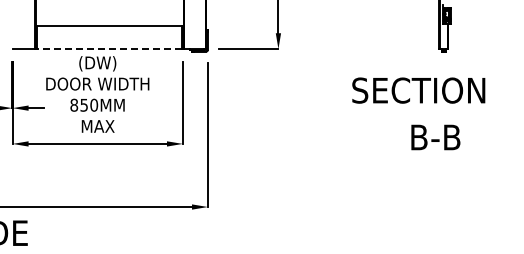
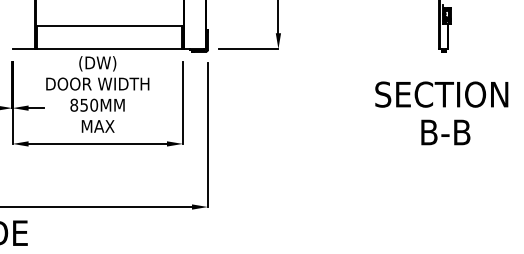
line at (109, 49): dashed -> solid
text at (418, 90) position: (418, 90) -> (441, 94)
text at (435, 137) position: (435, 137) -> (445, 132)
